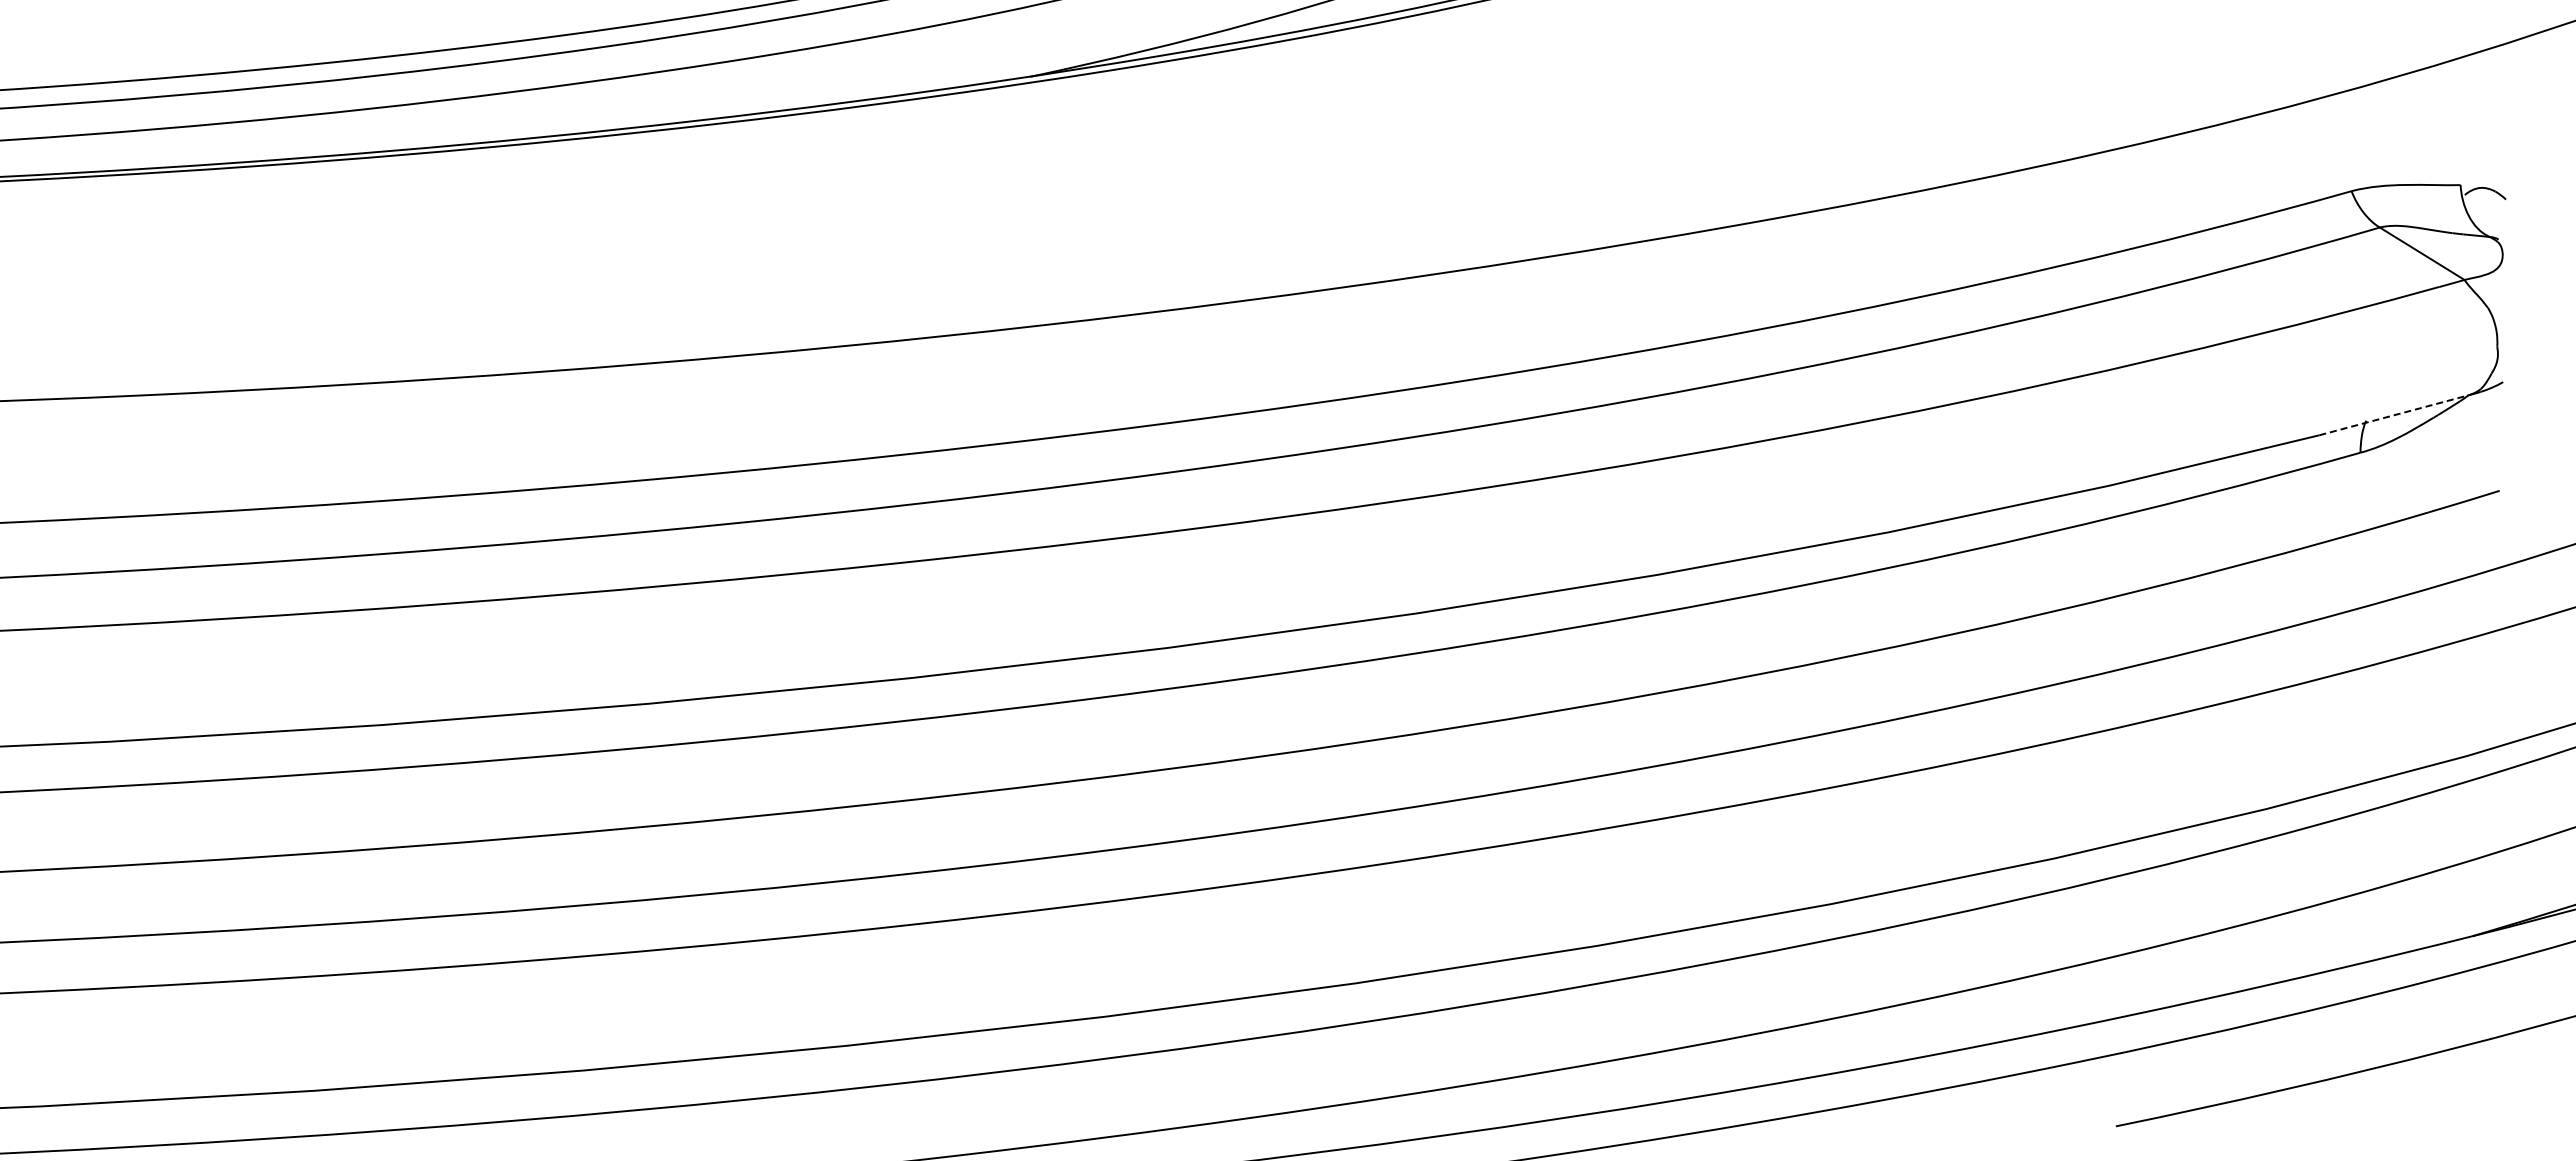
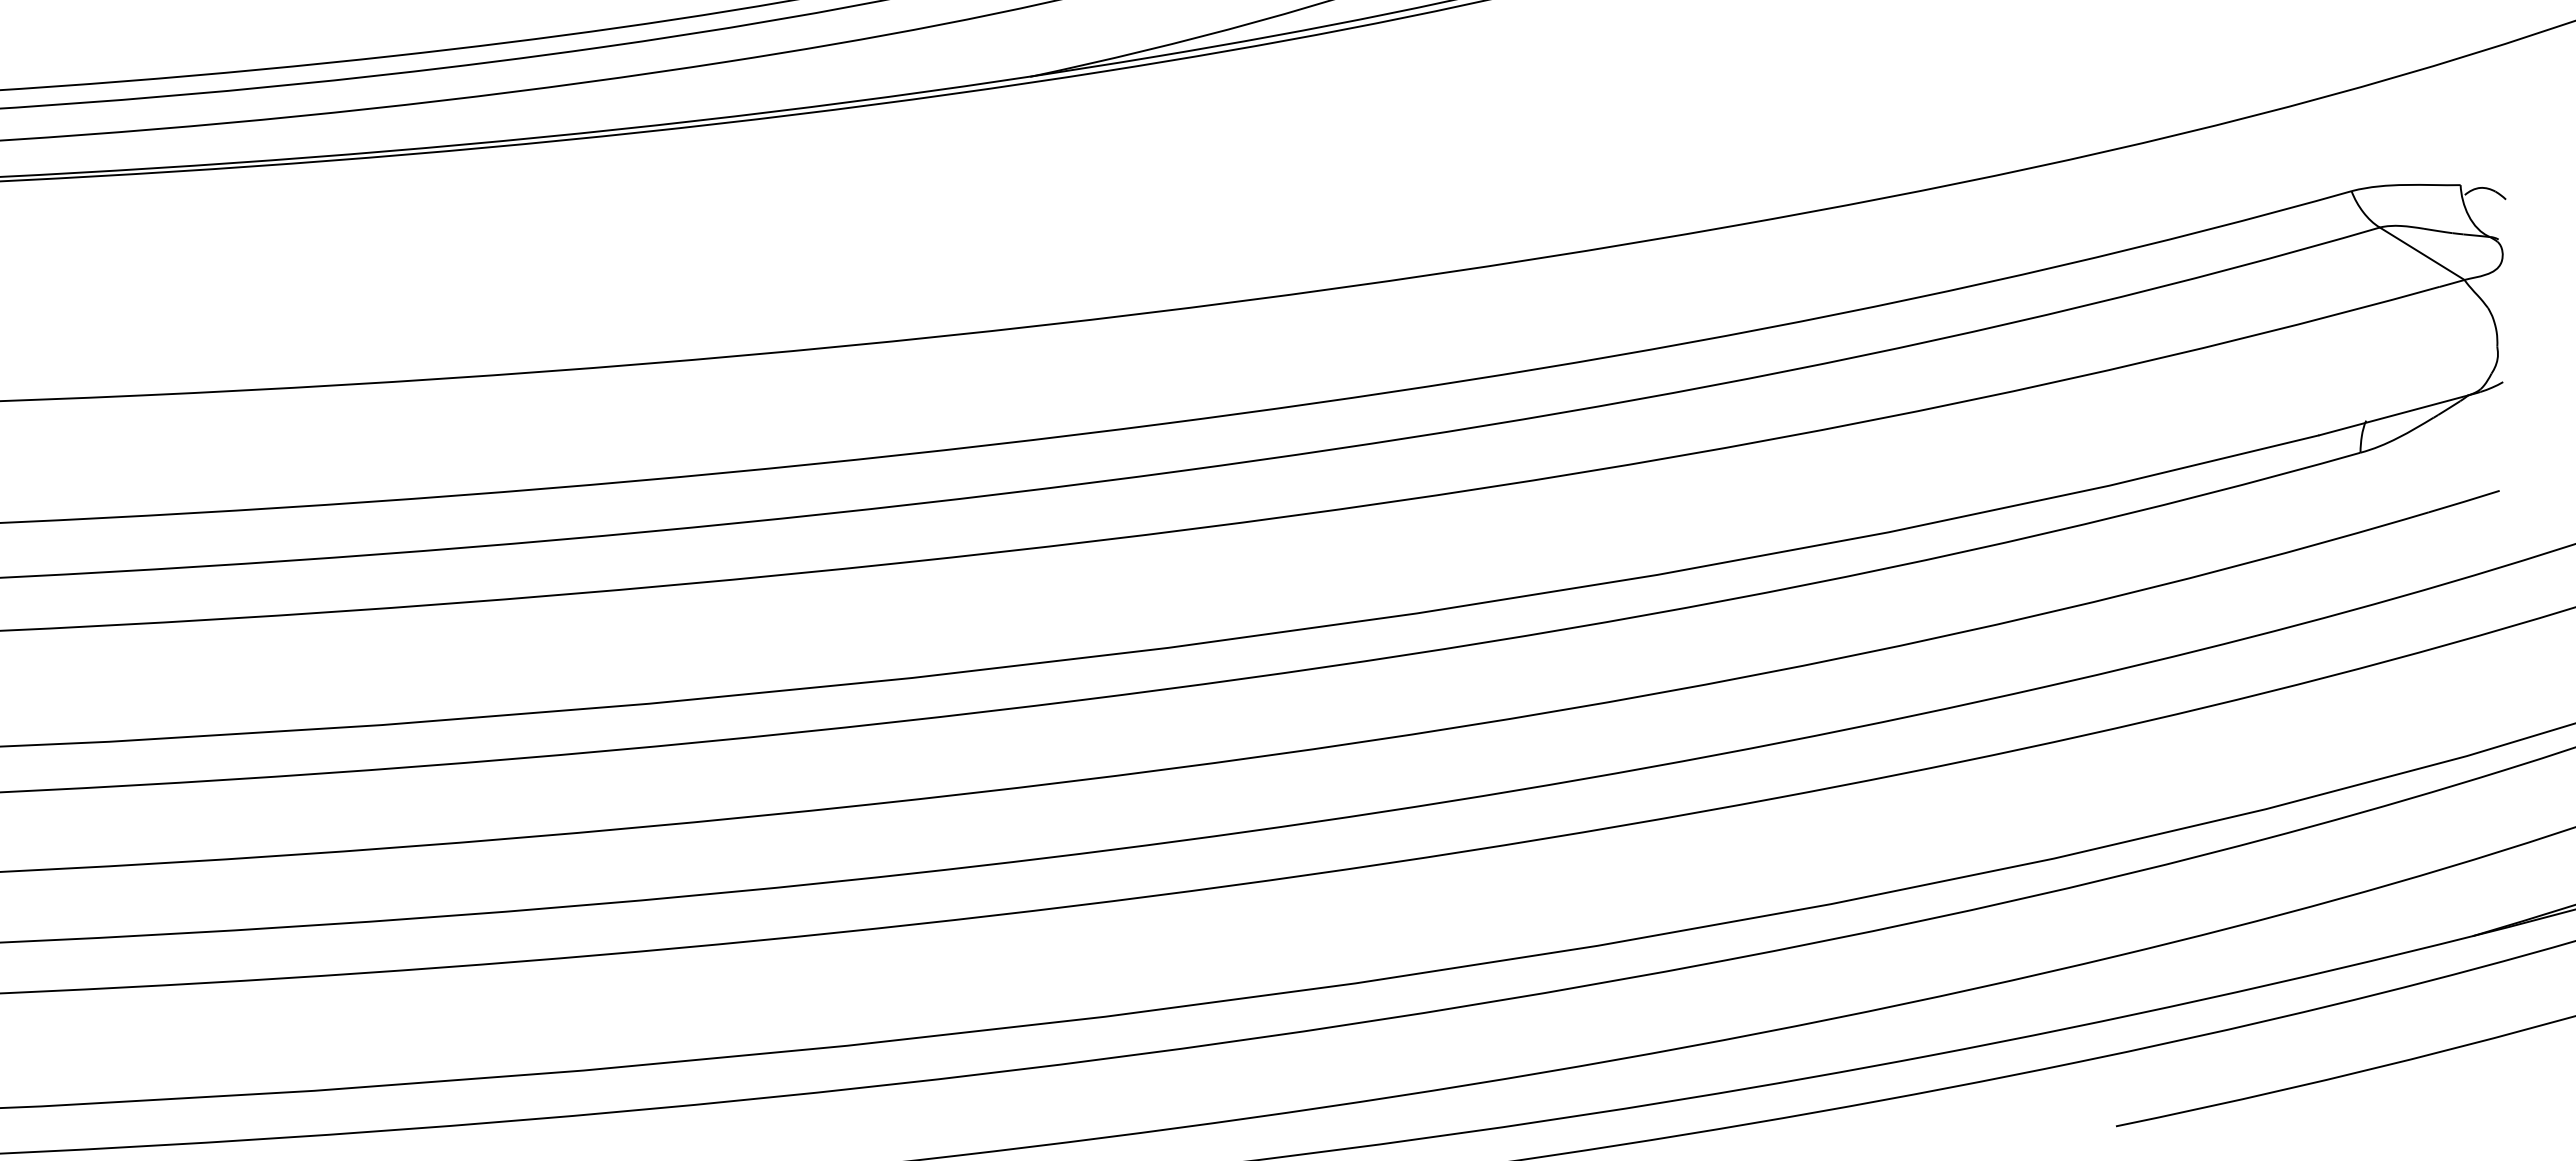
line at (2394, 415): dashed -> solid
